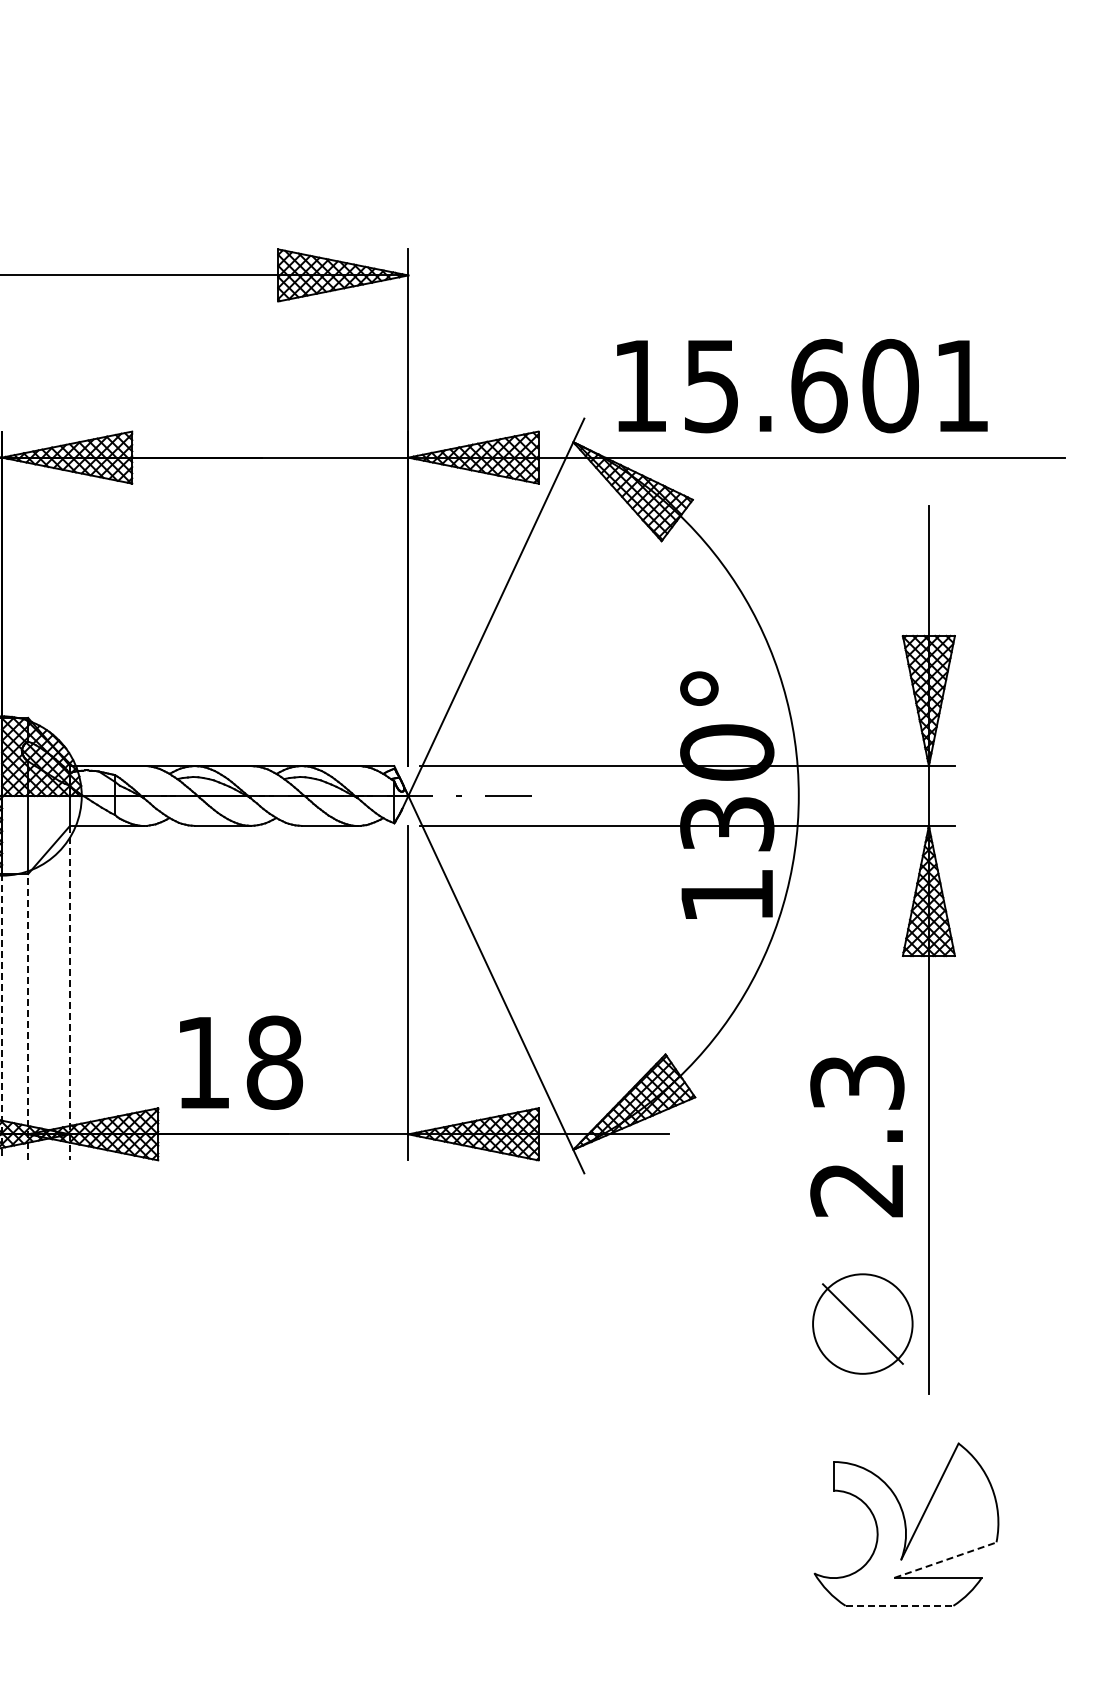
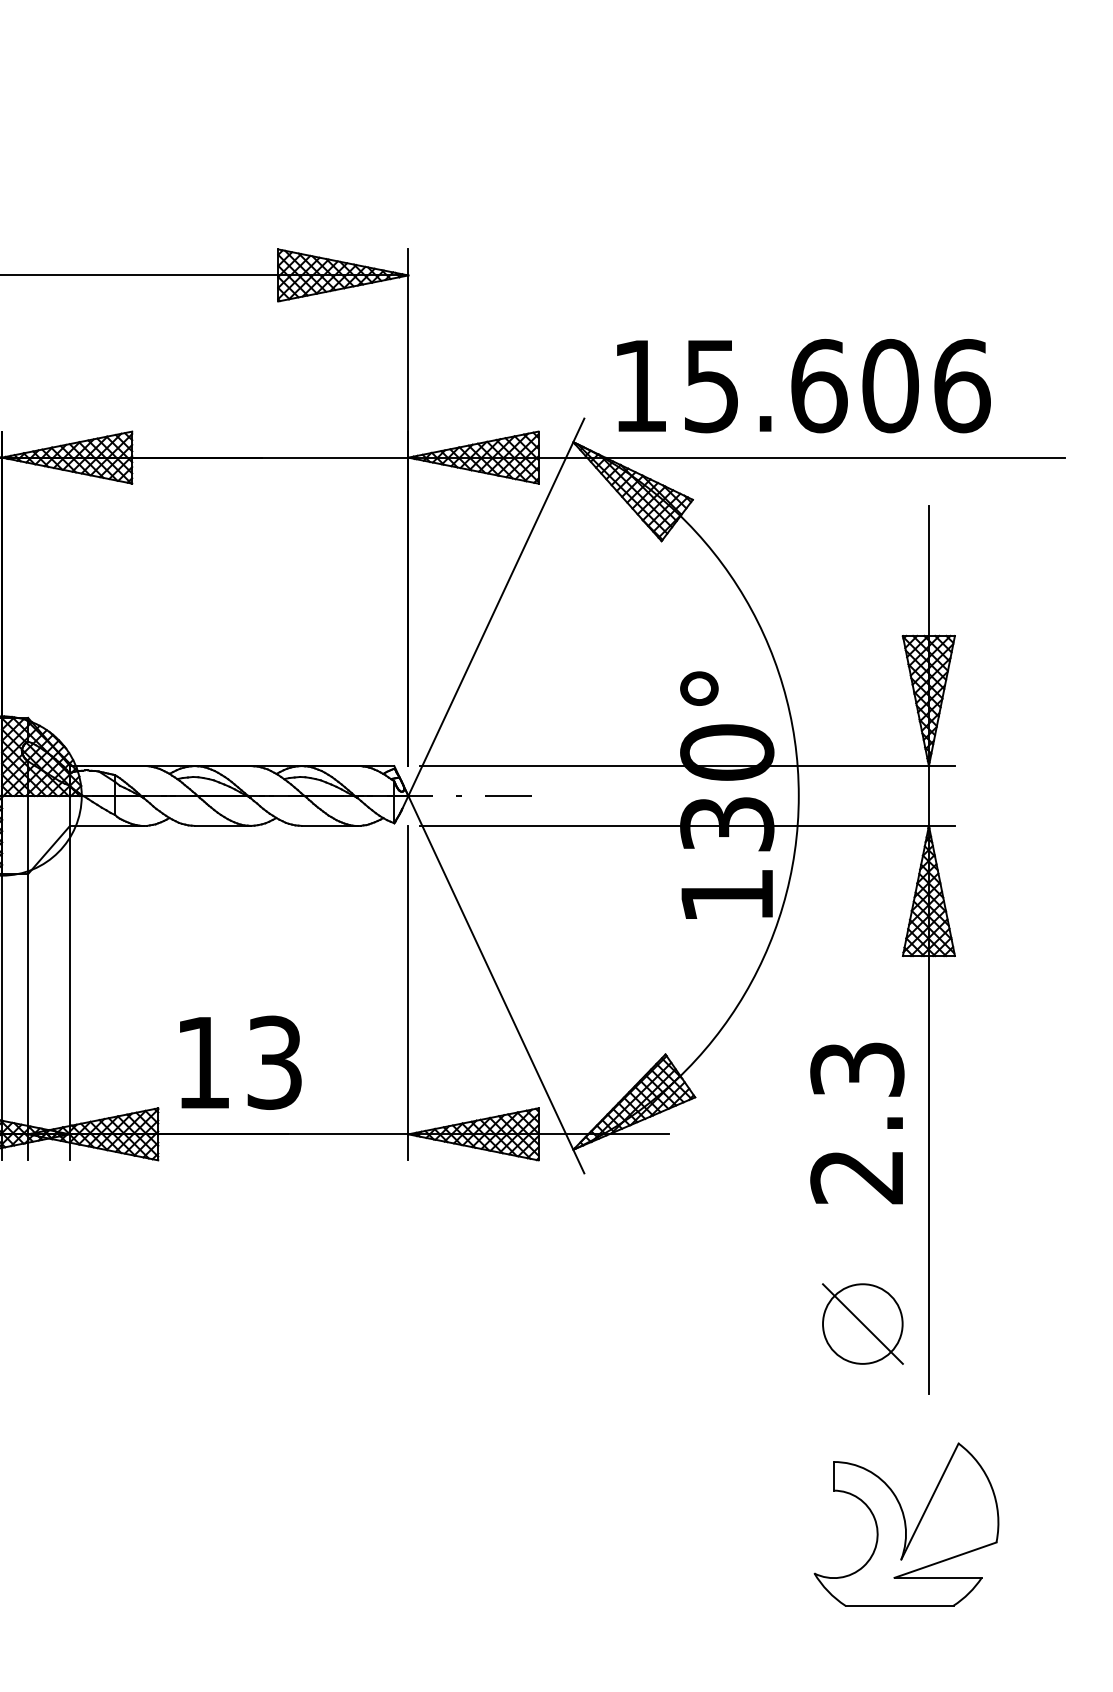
text at (962, 385): 15.601 -> 15.606
line at (70, 993): dashed -> solid
line at (28, 1016): dashed -> solid
line at (2, 1017): dashed -> solid
text at (274, 1062): 18 -> 13
text at (857, 1136) position: (857, 1136) -> (857, 1123)
circle at (862, 1323) diameter: 100 px -> 80 px
line at (945, 1560): dashed -> solid
line at (900, 1605): dashed -> solid
